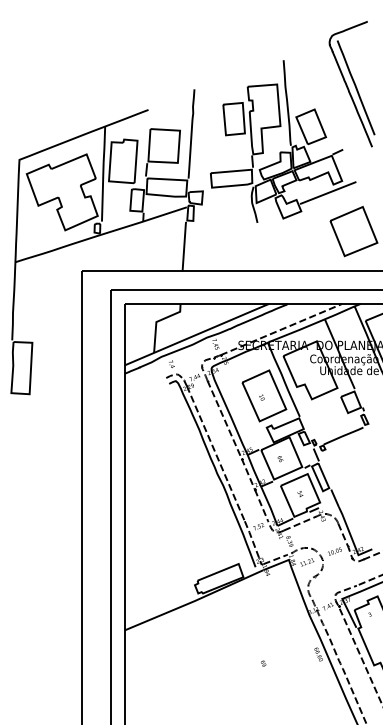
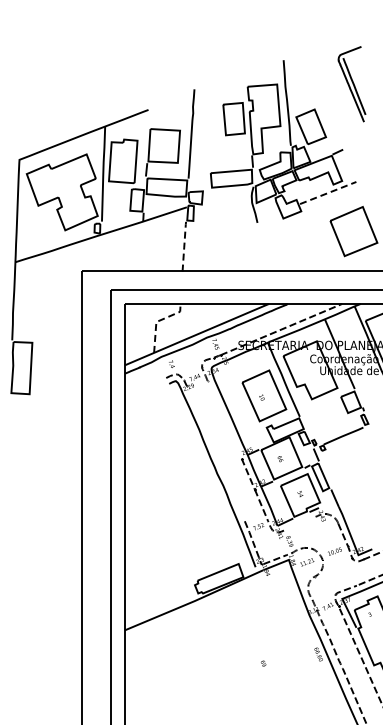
part at (351, 84) size: 48x127 px -> 30x77 px
line at (327, 193): solid -> dashed
line at (184, 245): solid -> dashed
line at (158, 321): solid -> dashed
line at (224, 419): present -> none
line at (215, 453): present -> none
line at (299, 523): present -> none
